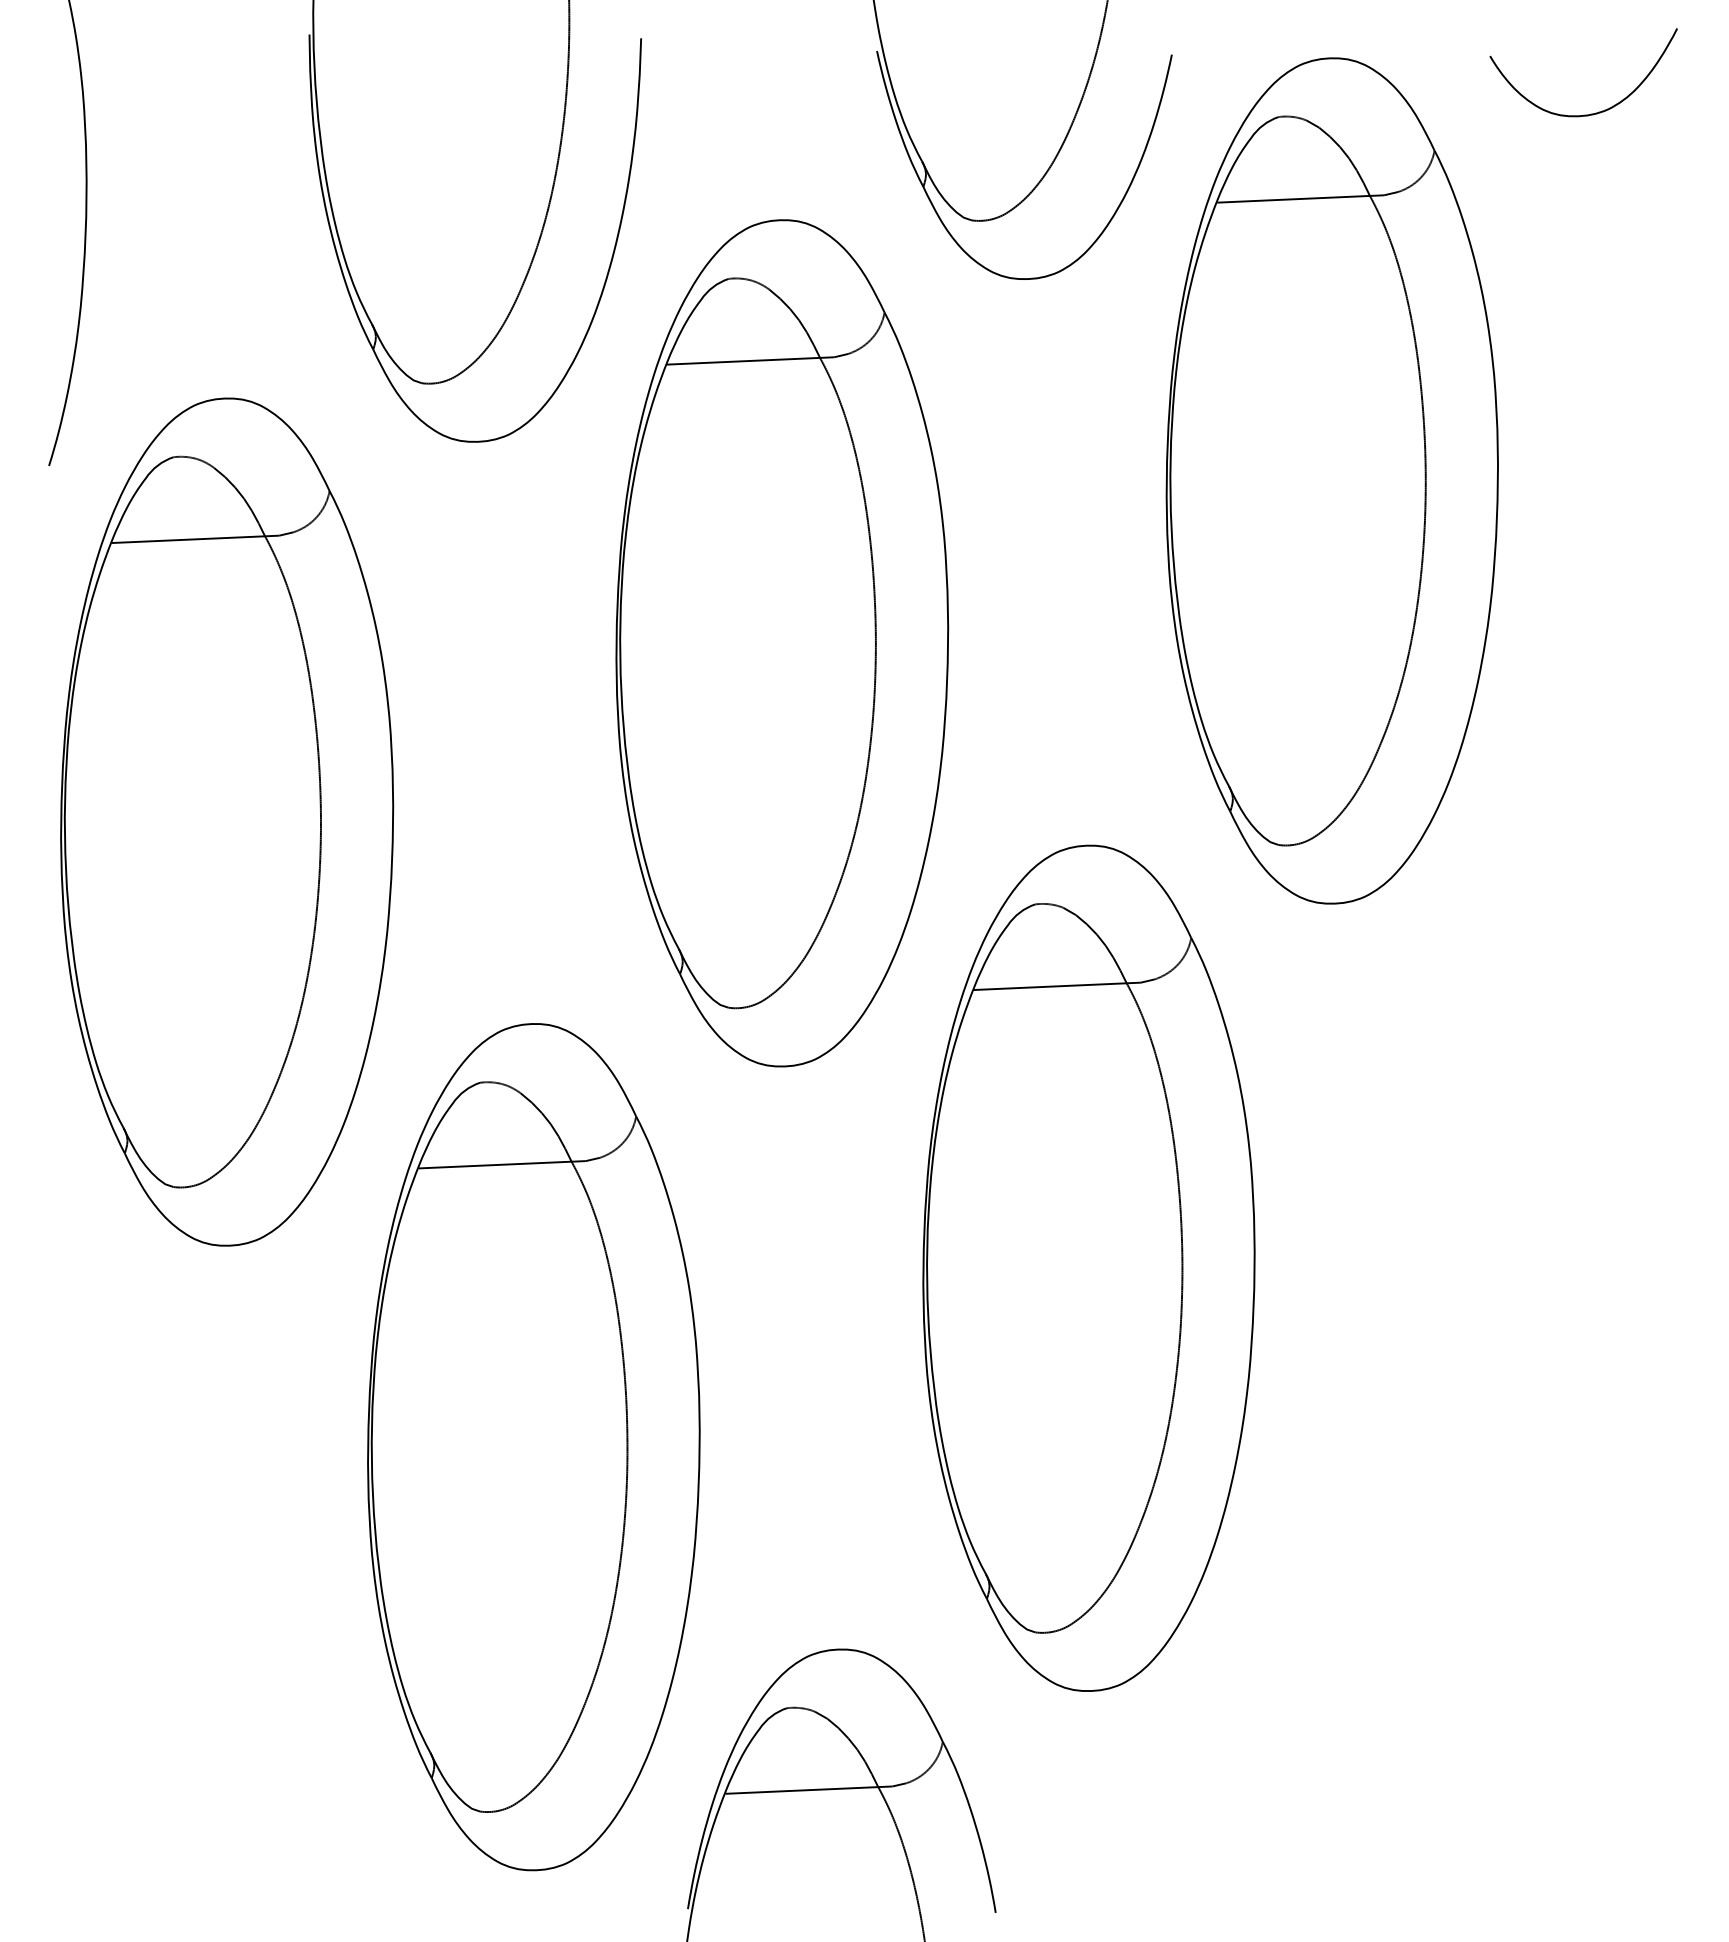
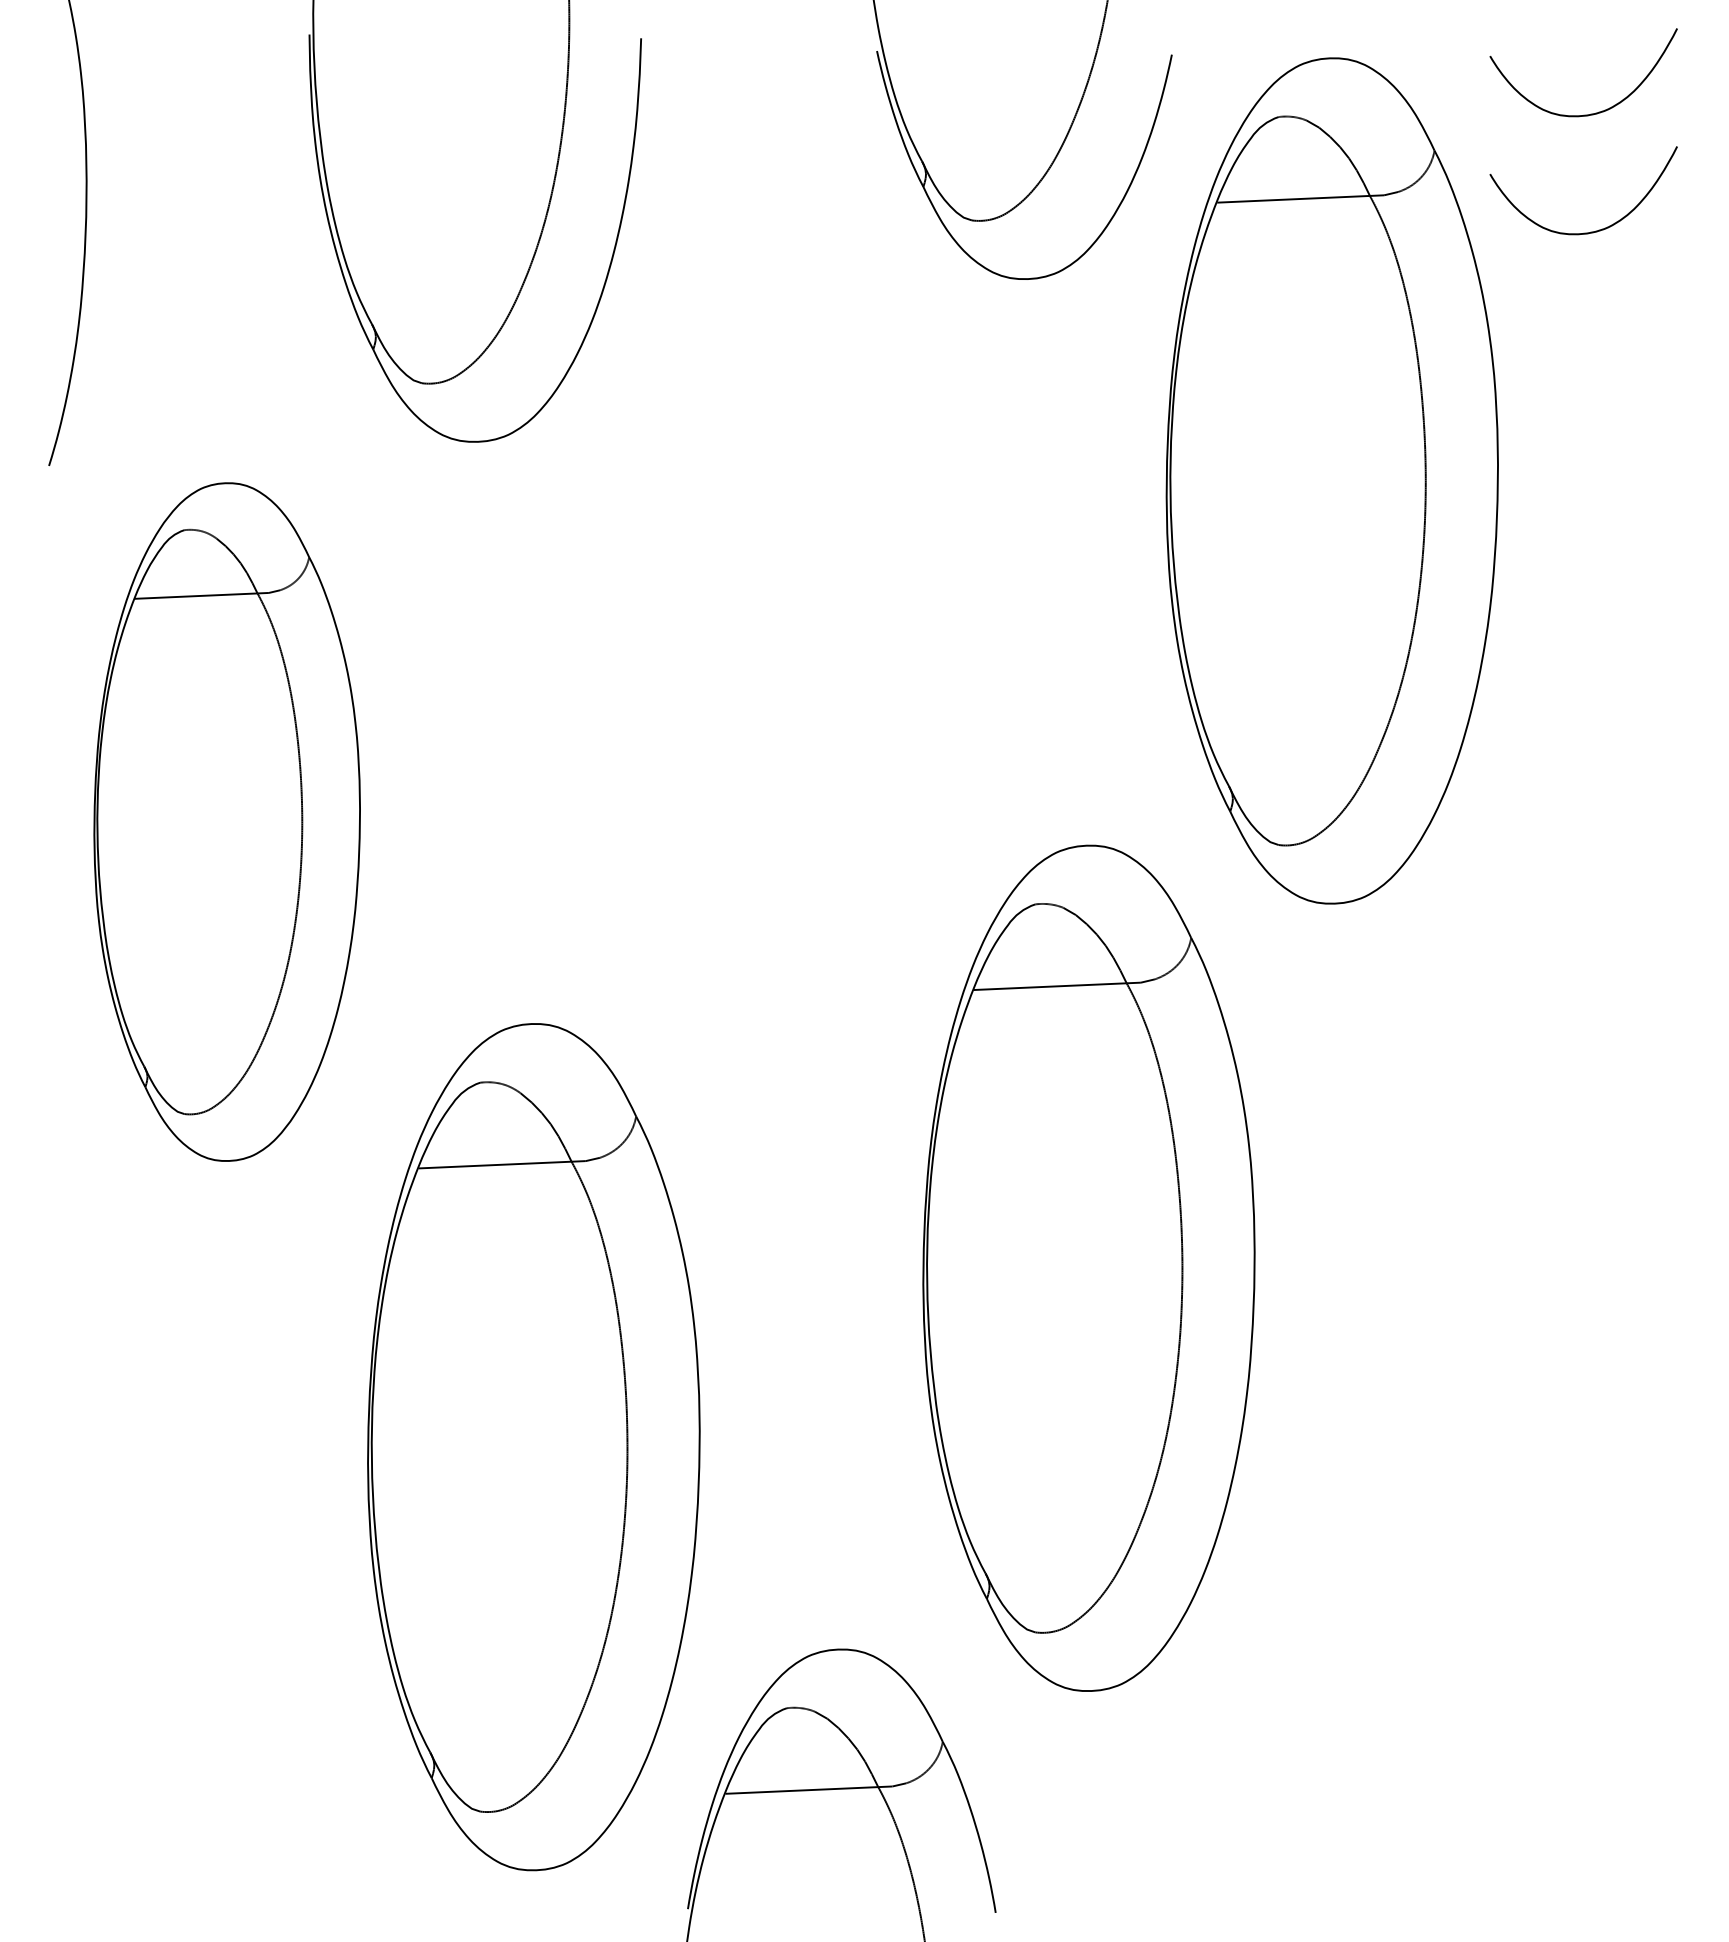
curve at (1590, 231): none -> present
part at (782, 643): present -> none
part at (227, 821) size: 335x850 px -> 268x680 px
